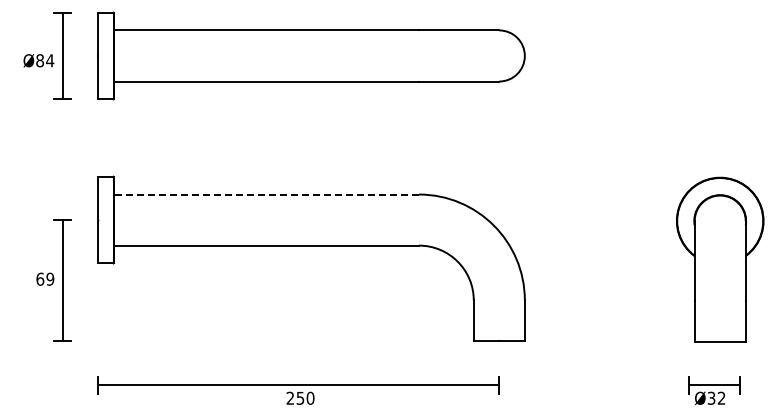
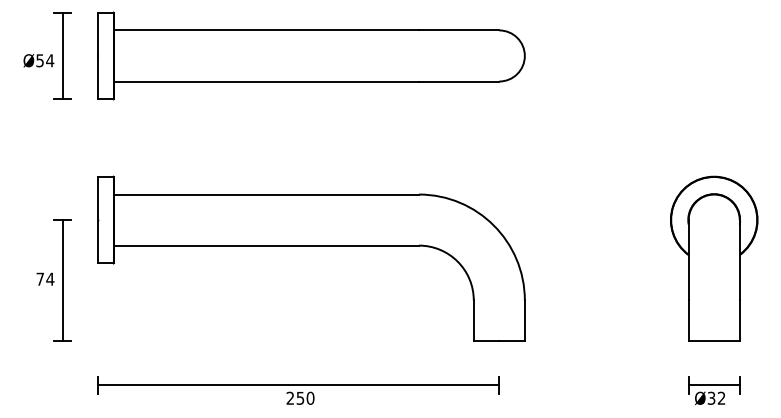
text at (39, 60): Ø84 -> Ø54
line at (266, 194): dashed -> solid
part at (720, 259) position: (720, 259) -> (714, 258)
text at (45, 278): 69 -> 74
